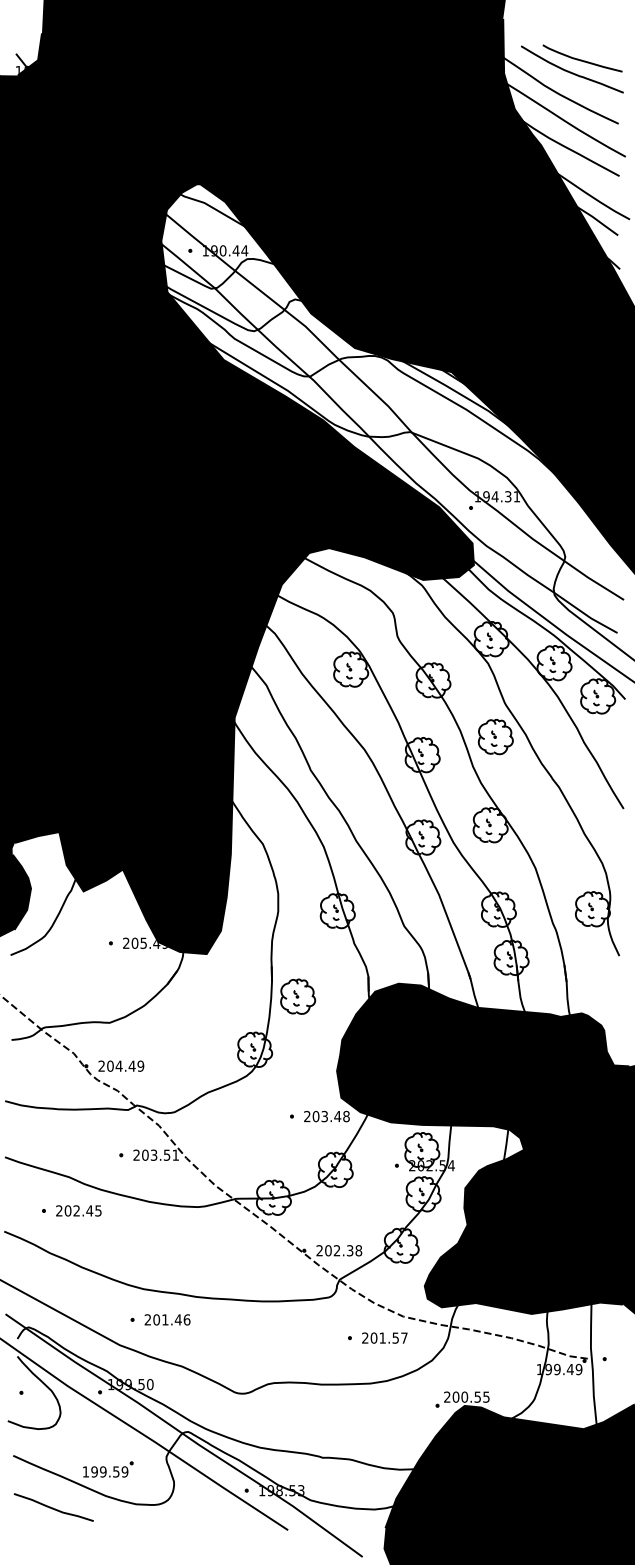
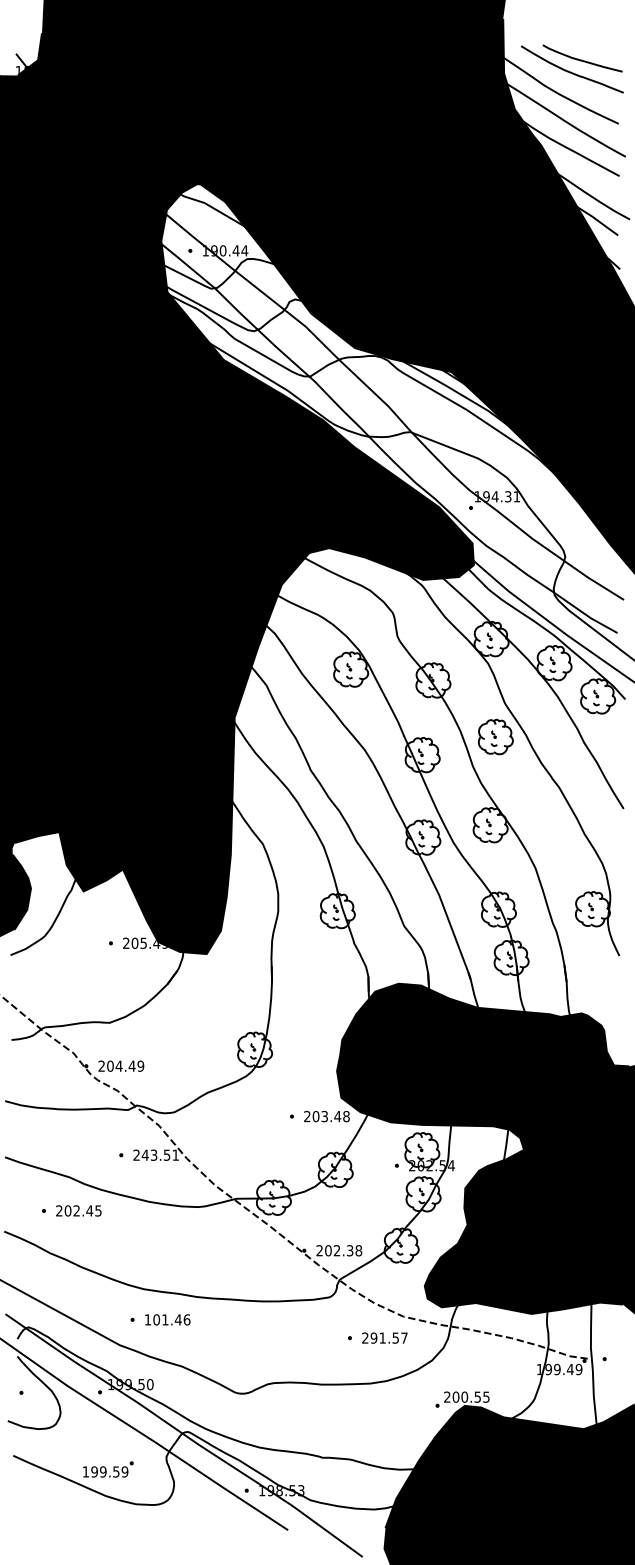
part at (298, 996): present -> none
text at (144, 1154): 203.51 -> 243.51
text at (147, 1319): 201.46 -> 101.46
text at (373, 1337): 201.57 -> 291.57
curve at (53, 1507): present -> none
